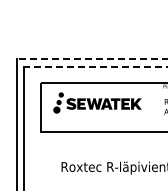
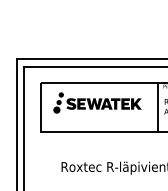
line at (91, 59): dashed -> solid
line at (95, 66): dashed -> solid
line at (157, 106): none -> present
